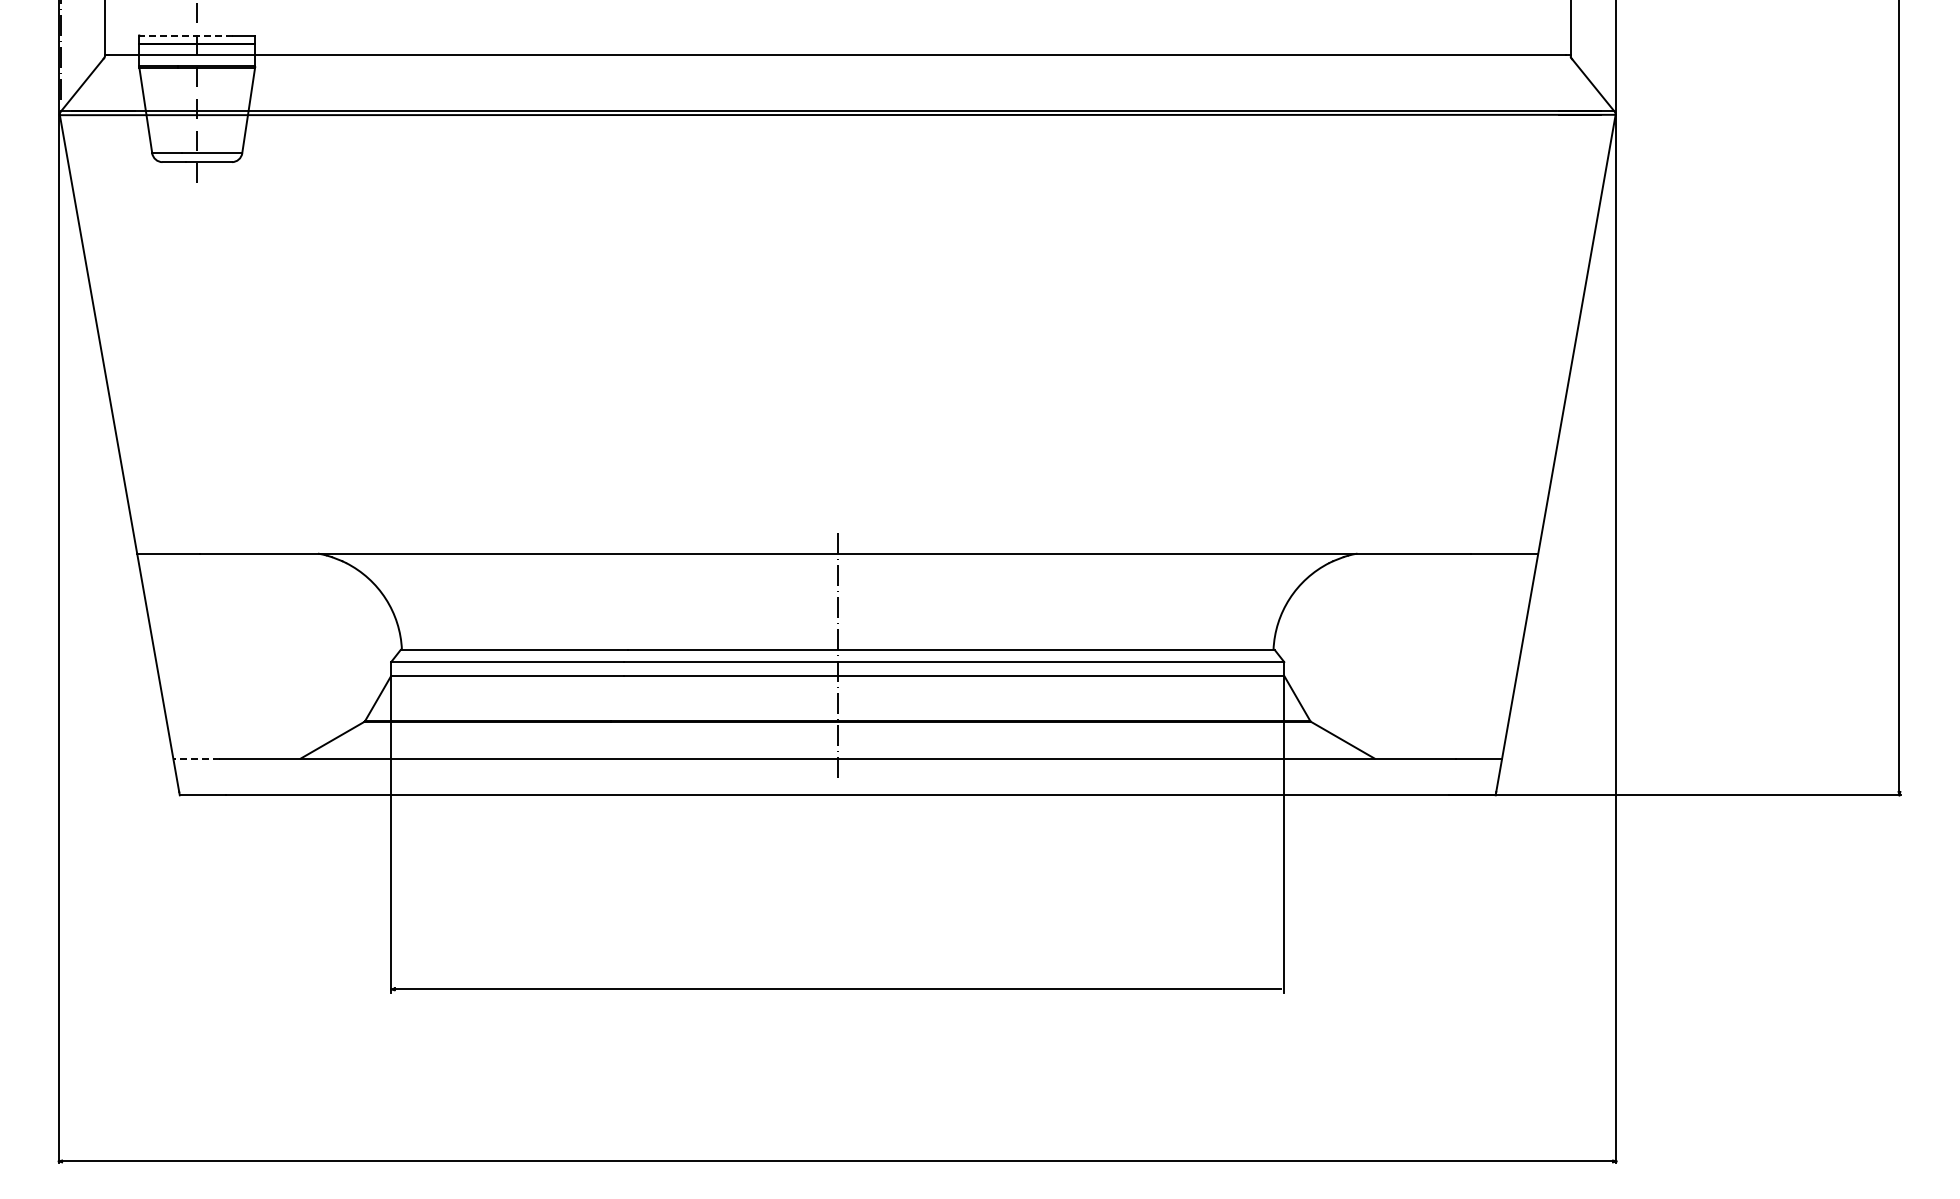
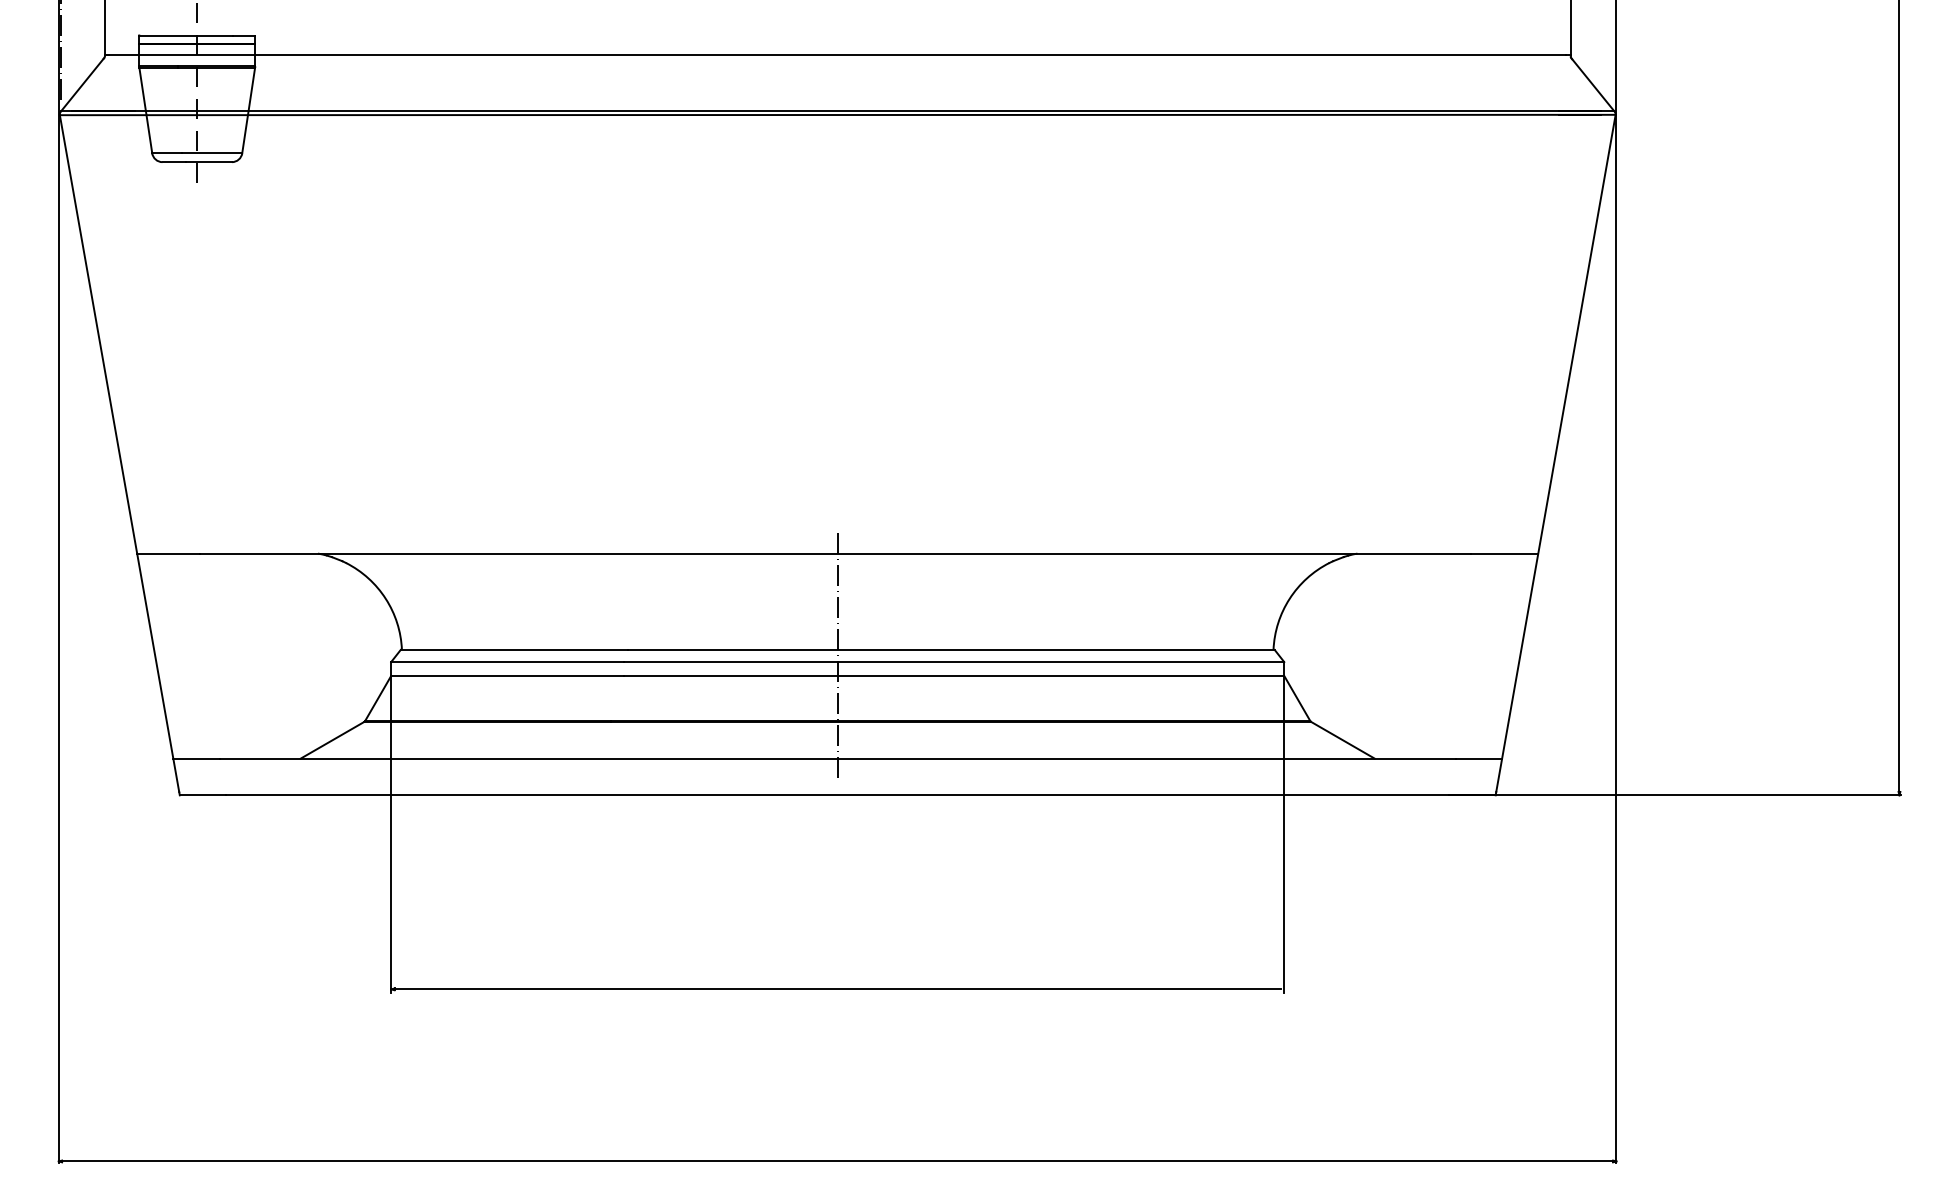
line at (186, 35): dashed -> solid
line at (195, 758): dashed -> solid
